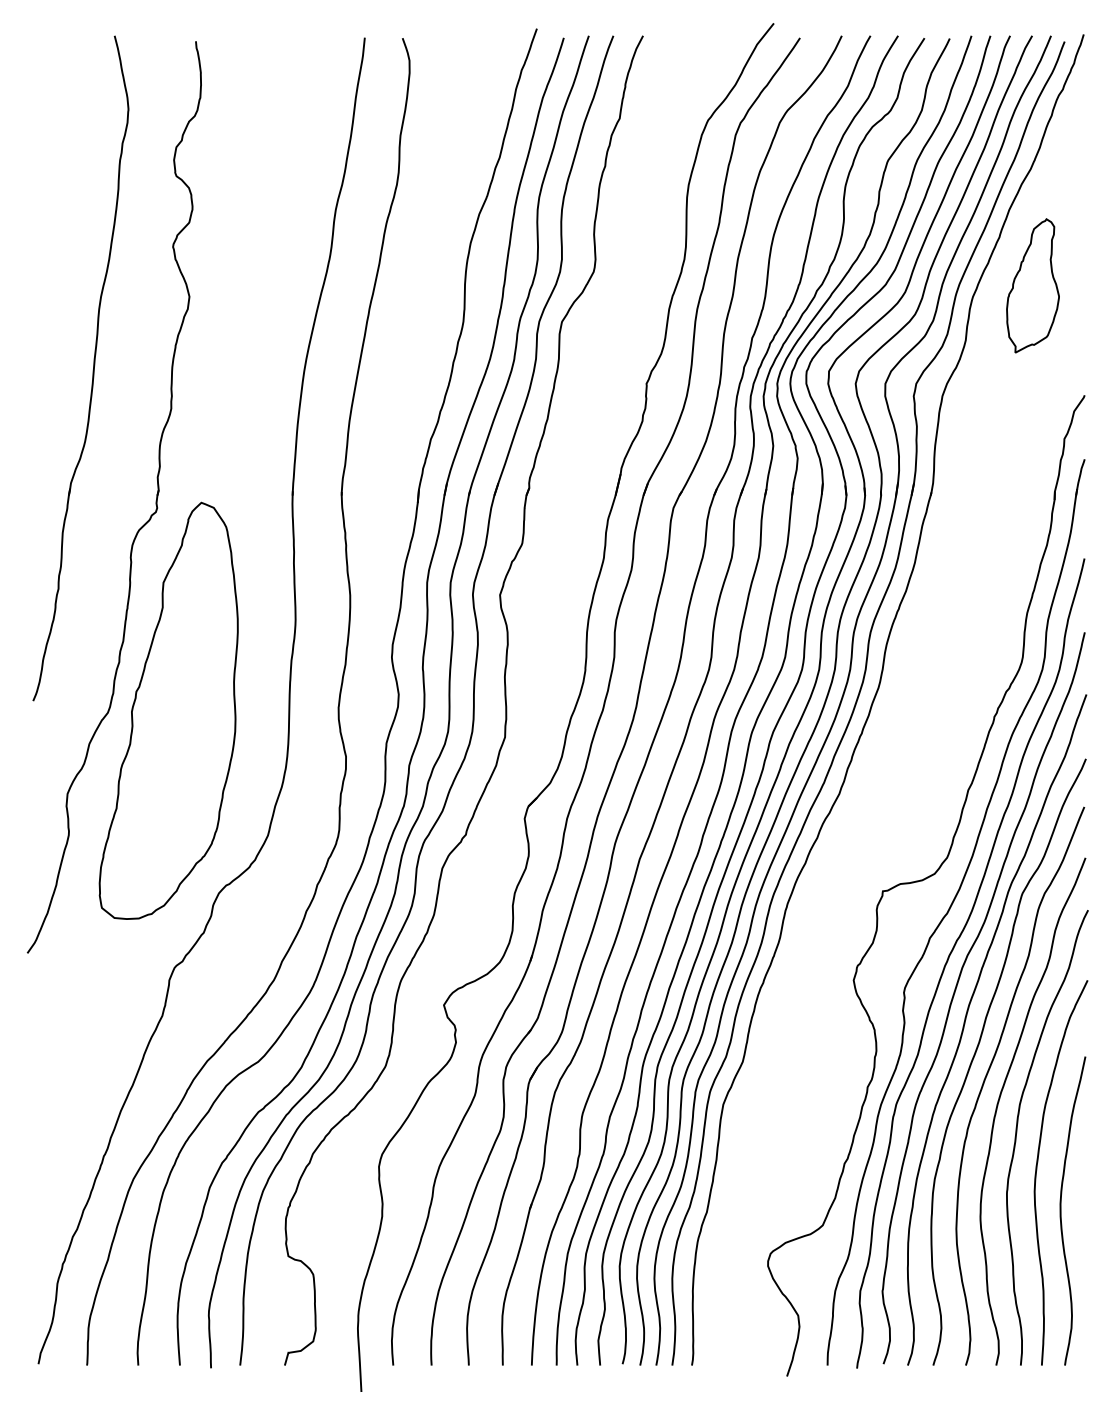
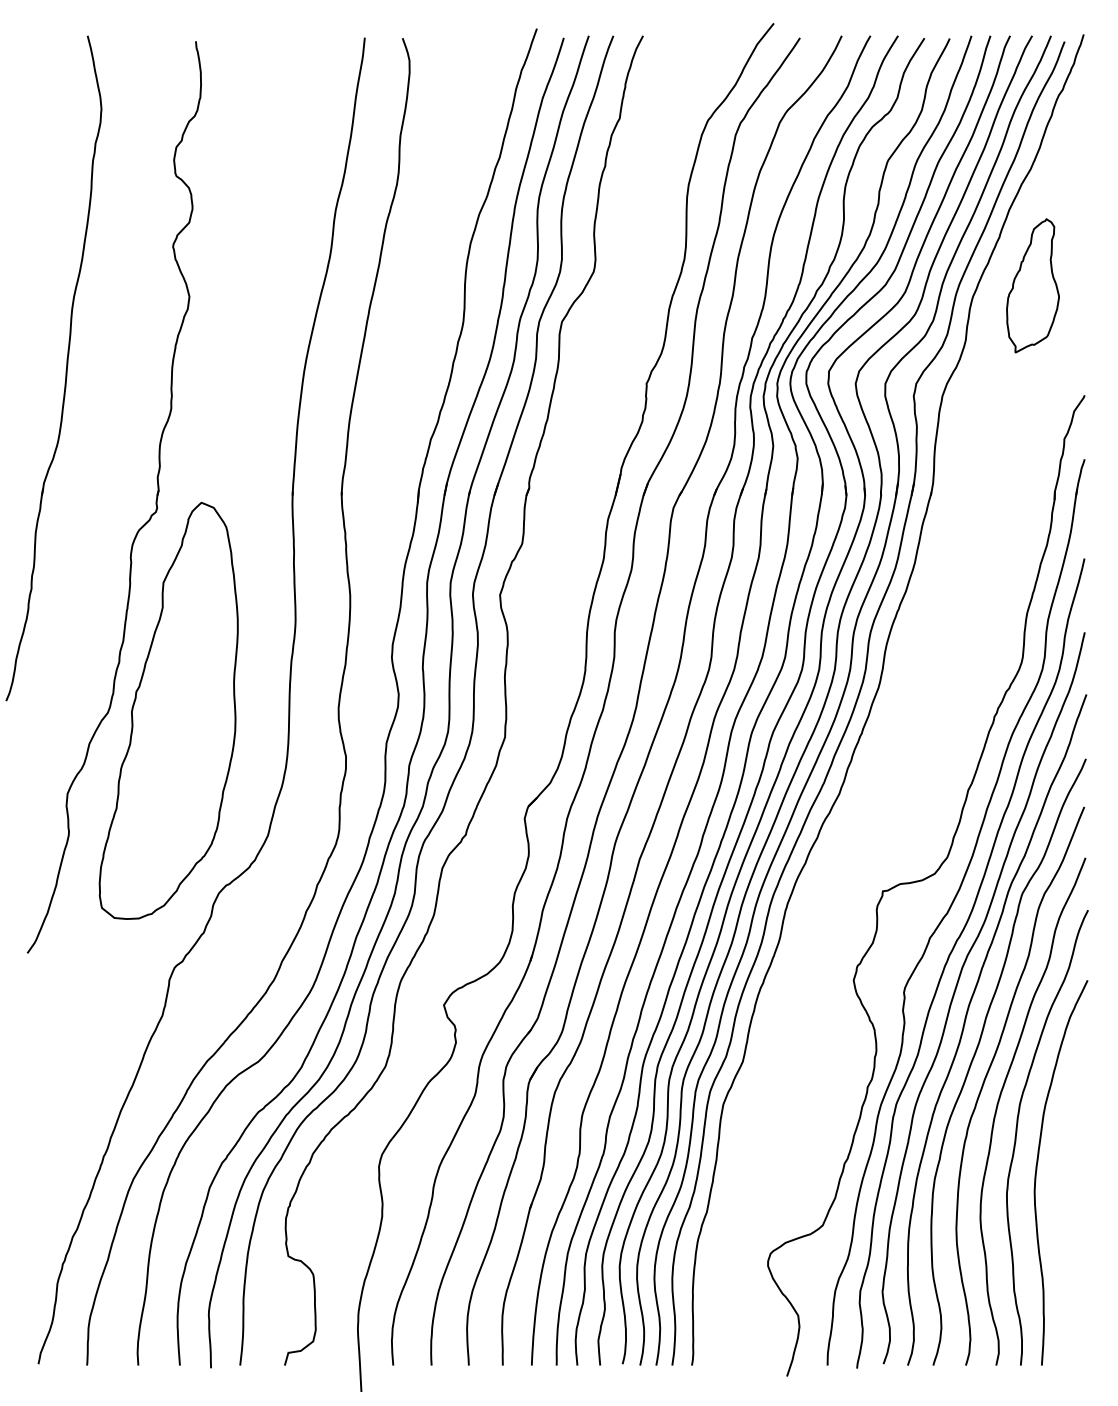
part at (92, 370) position: (92, 370) -> (65, 370)
curve at (1061, 1210): present -> none
